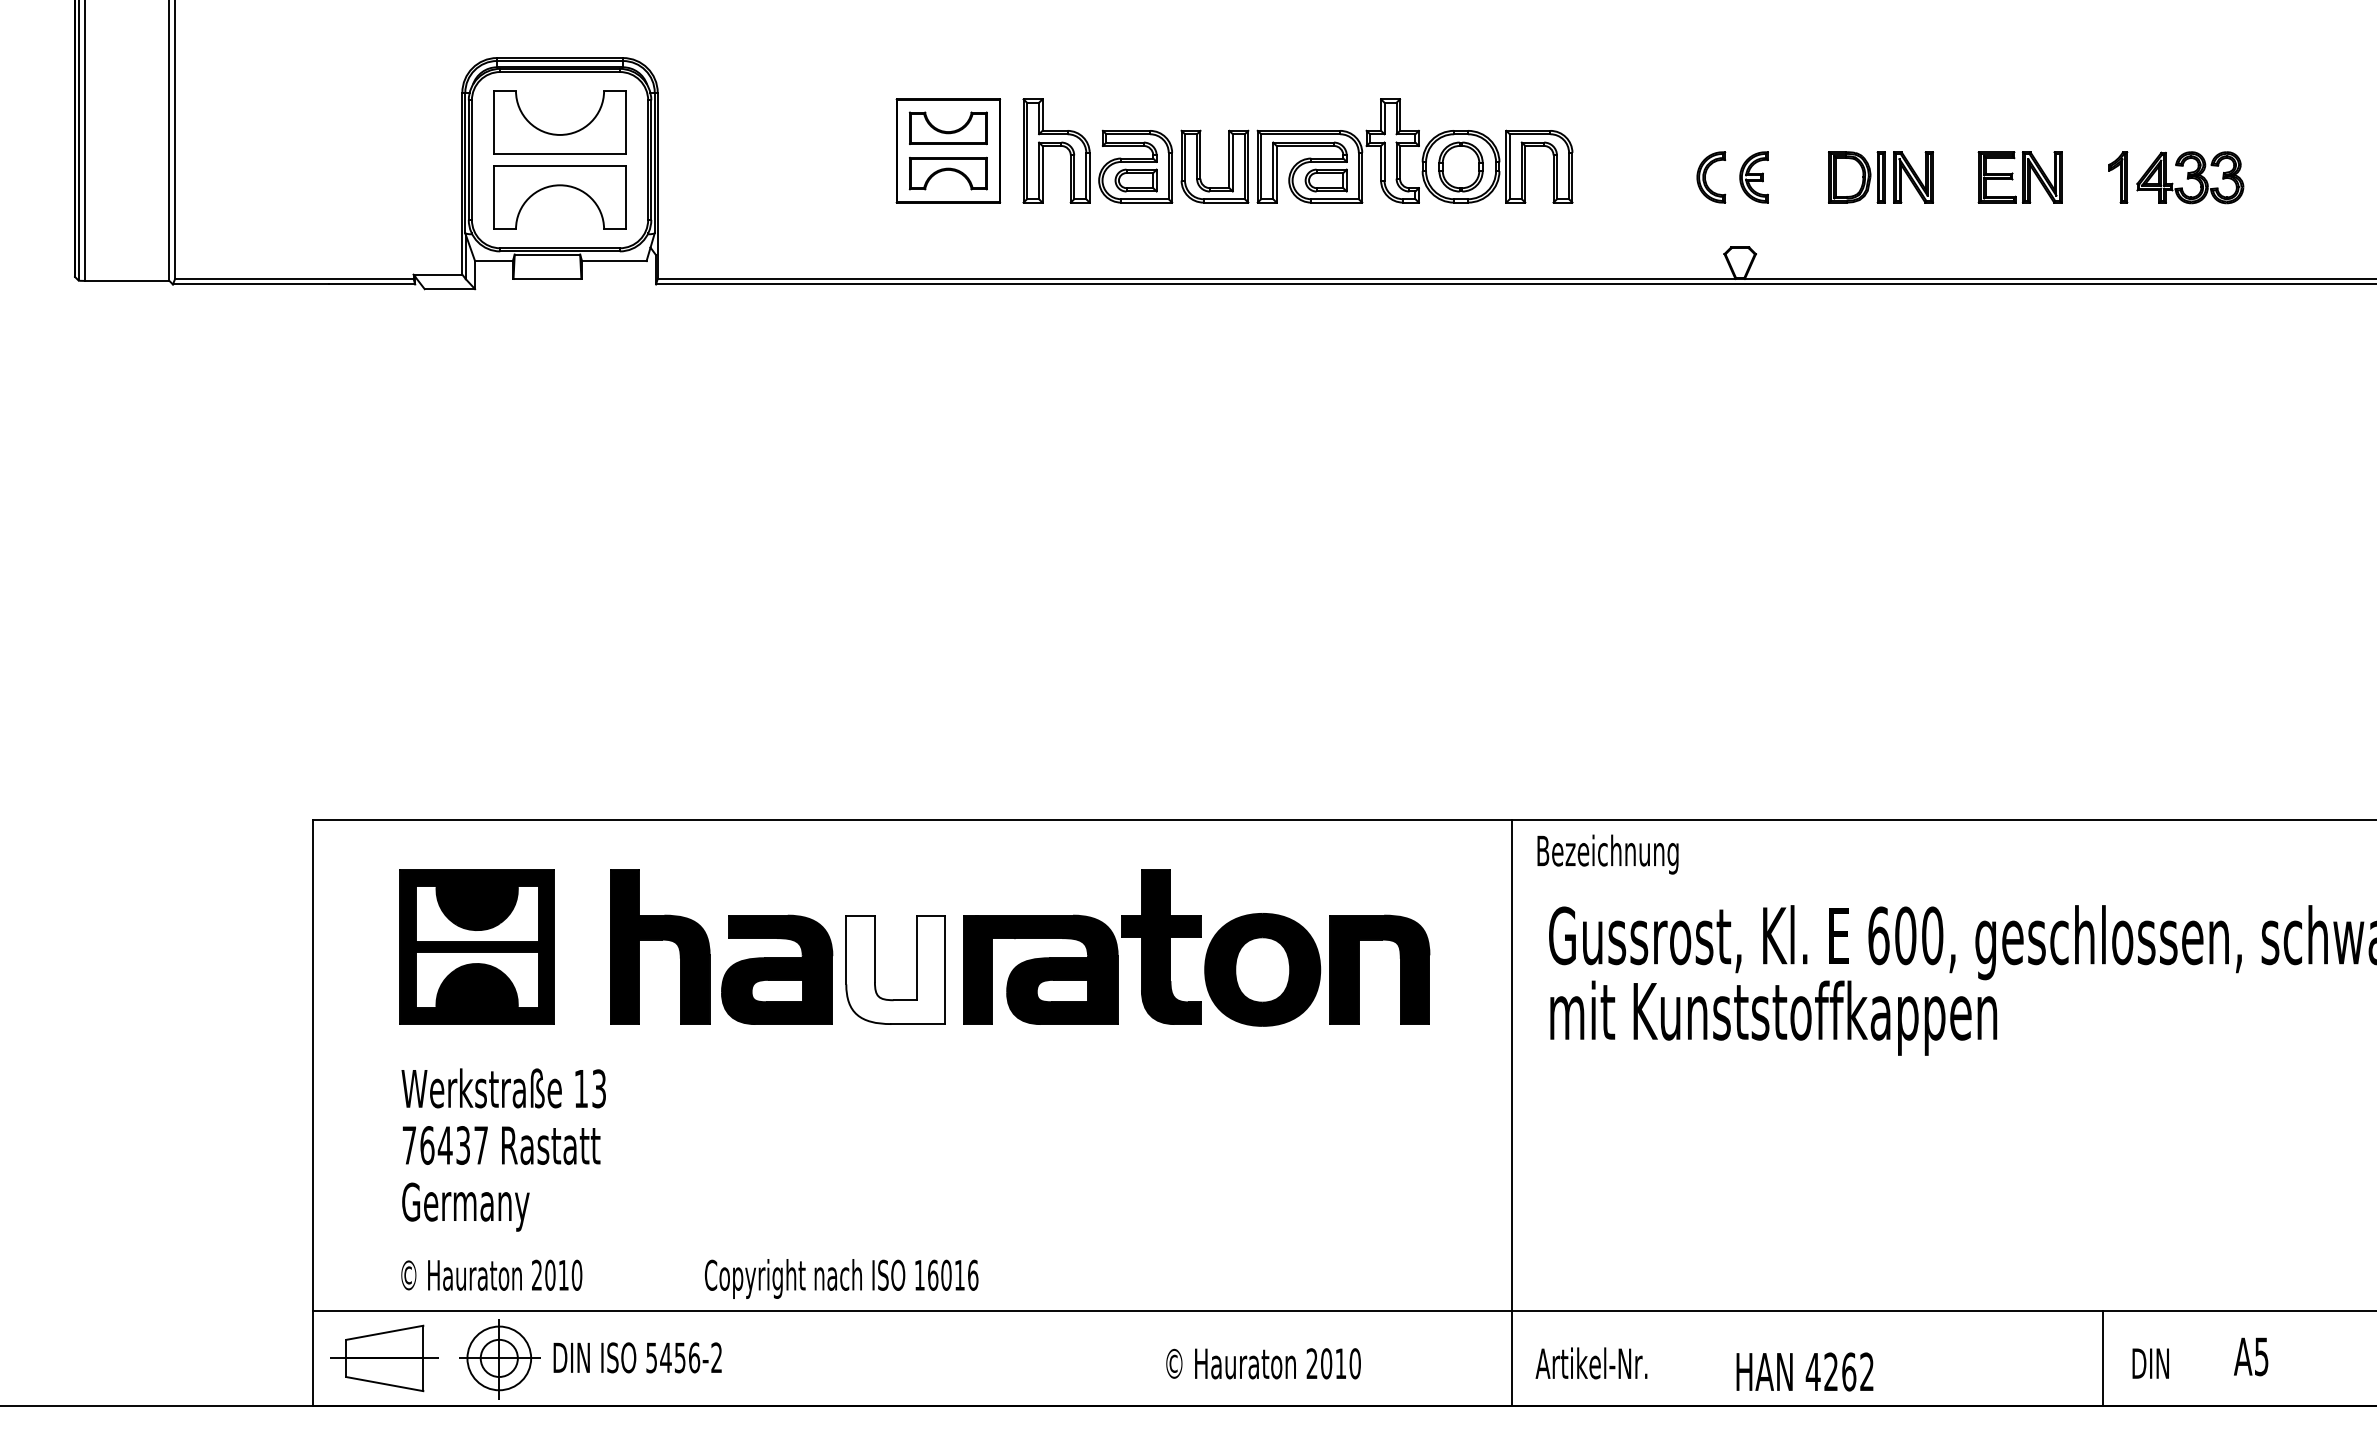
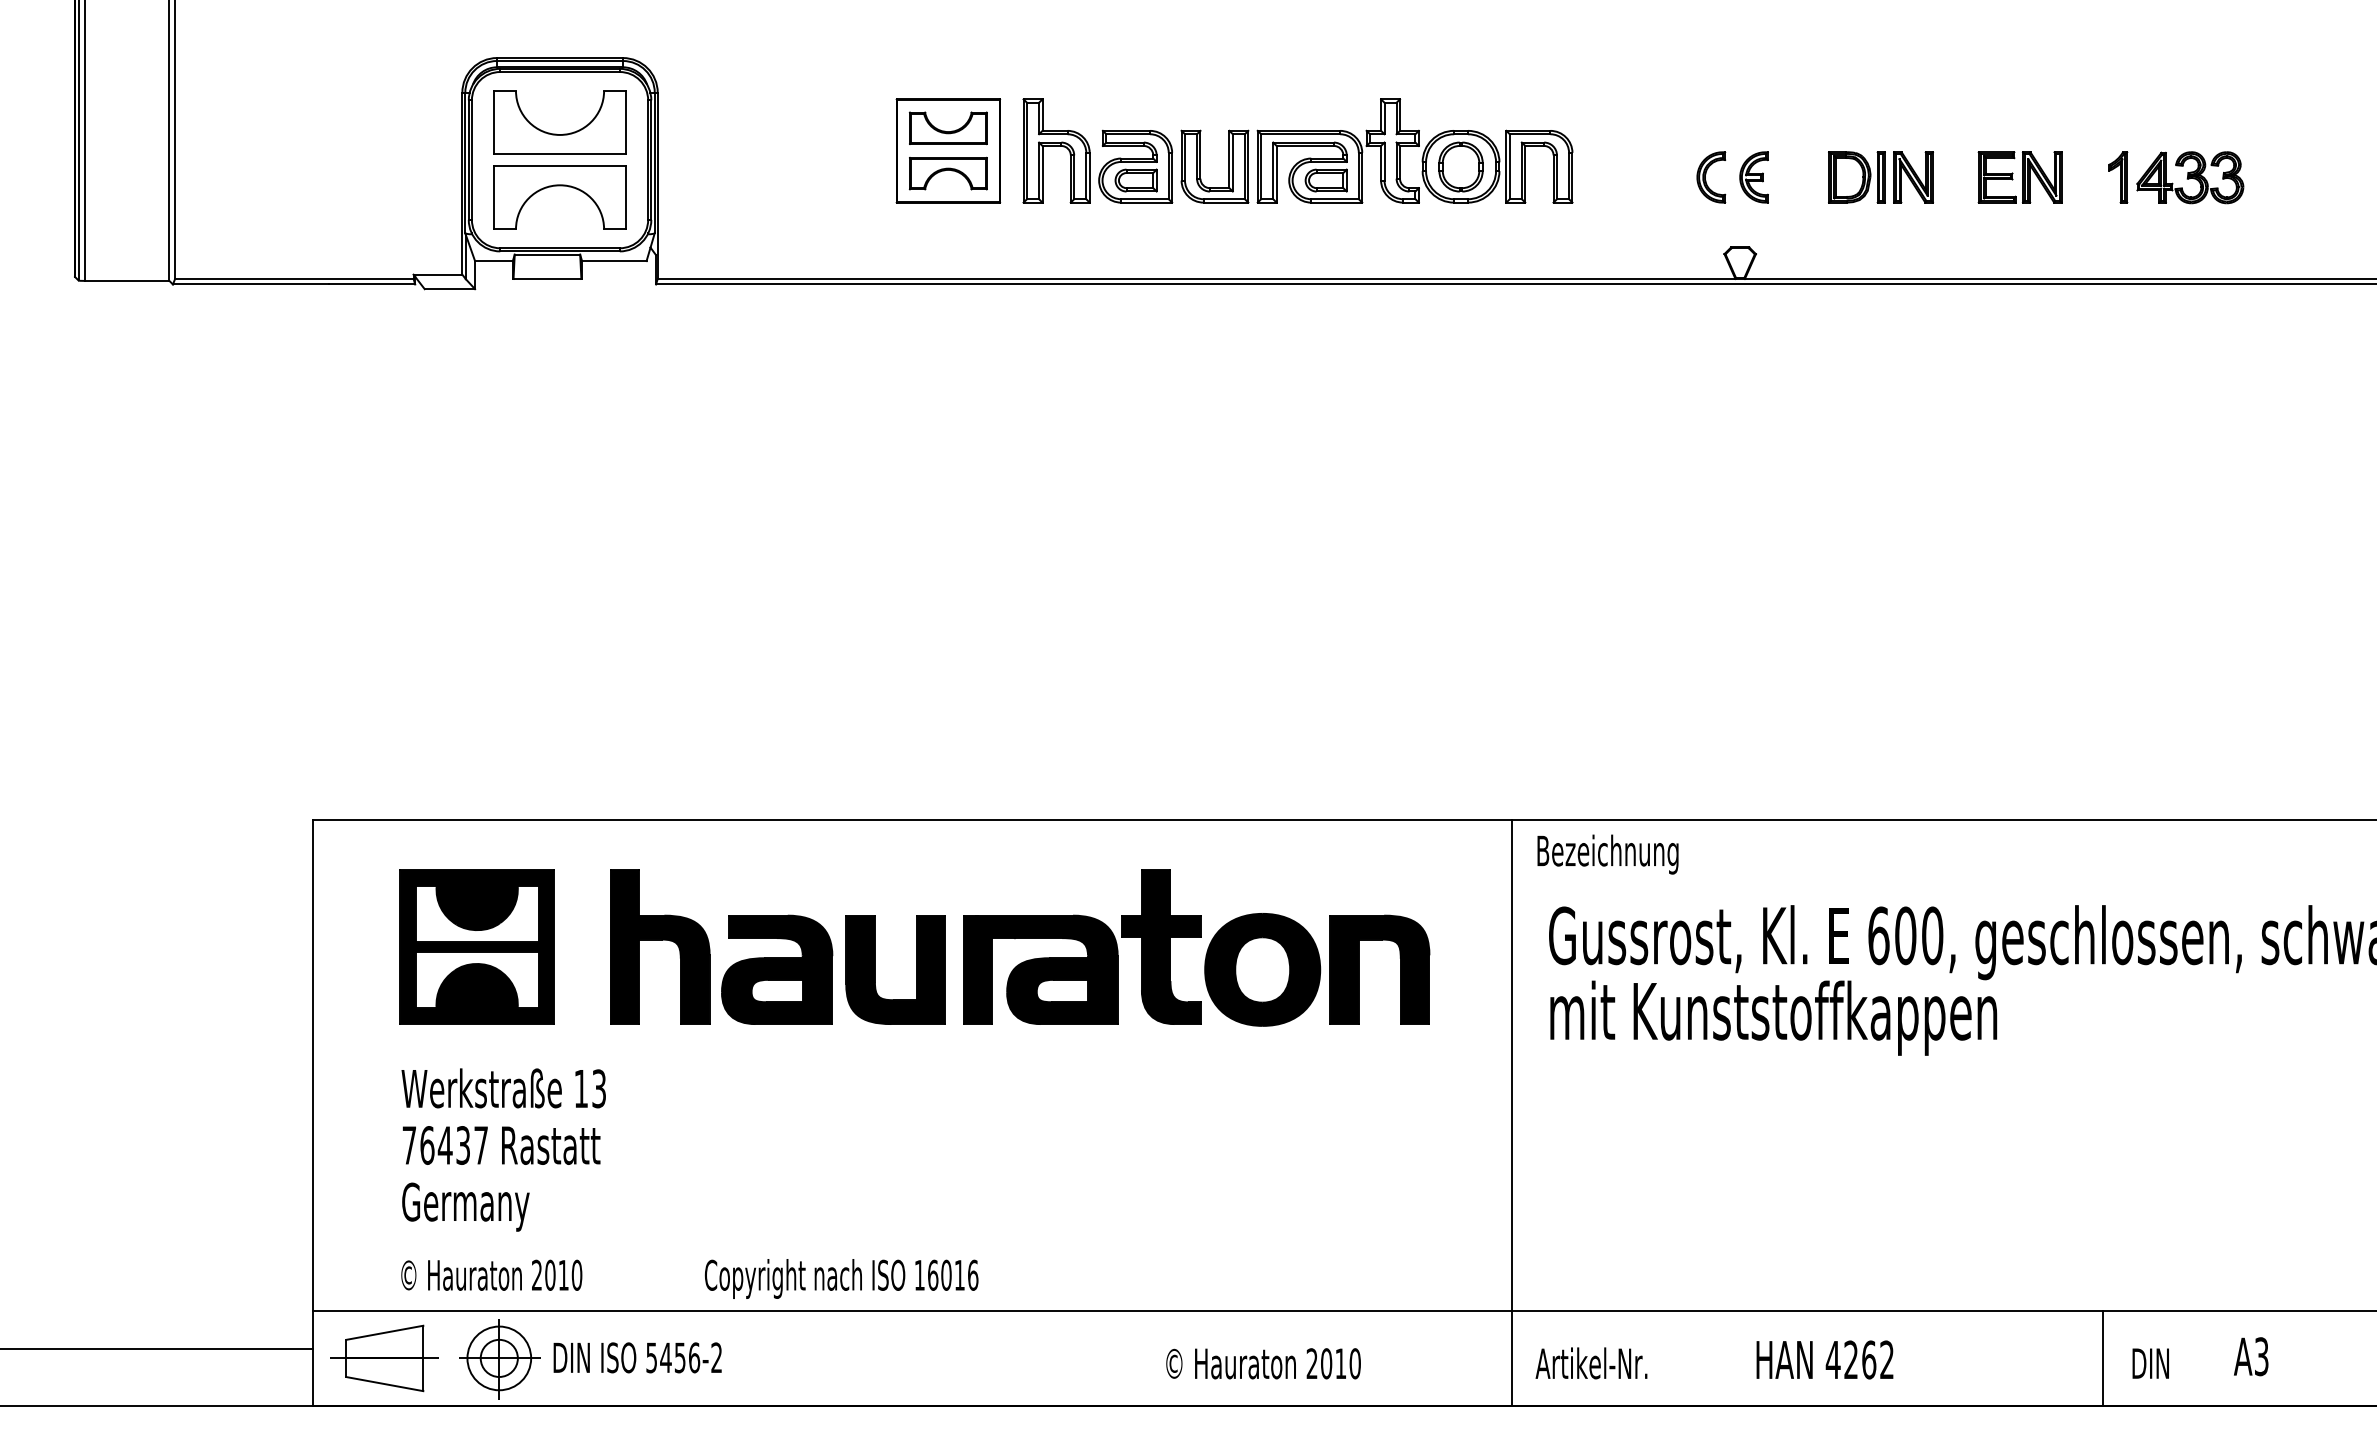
fill at (895, 969): none -> present
line at (157, 1349): none -> present
text at (2261, 1356): A5 -> A3
text at (1804, 1371) position: (1804, 1371) -> (1824, 1359)
